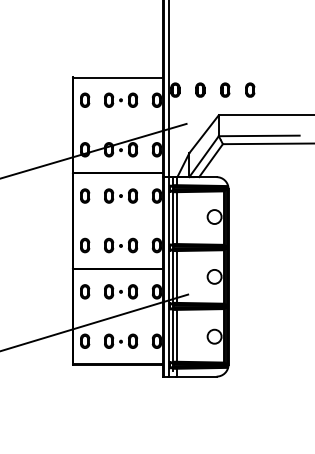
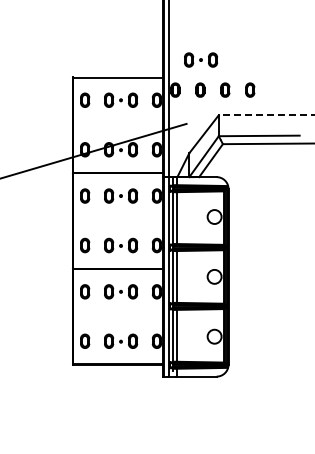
part at (200, 59): none -> present
line at (266, 115): solid -> dashed
line at (95, 322): present -> none
